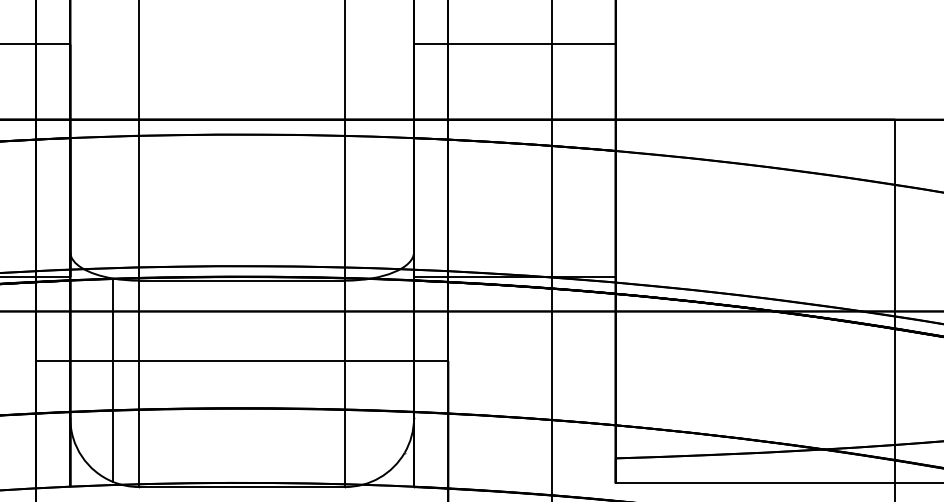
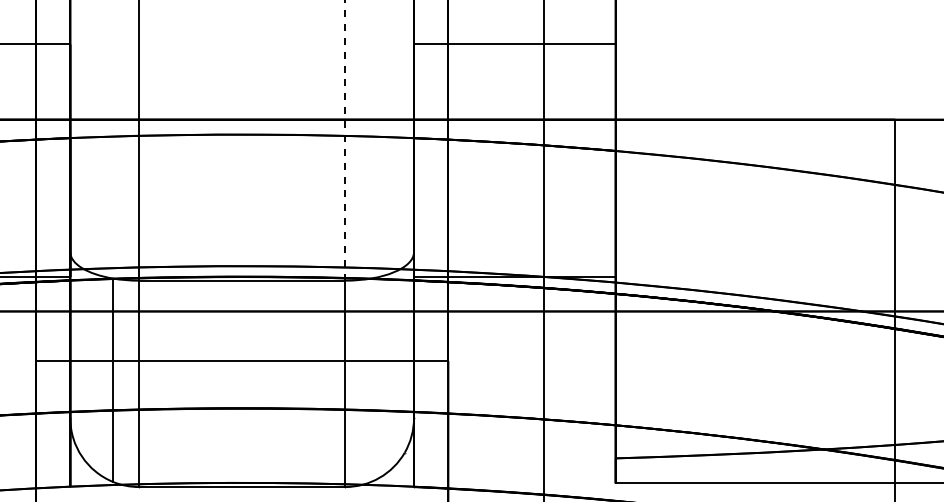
line at (345, 140): solid -> dashed
line at (551, 250) position: (551, 250) -> (543, 250)
